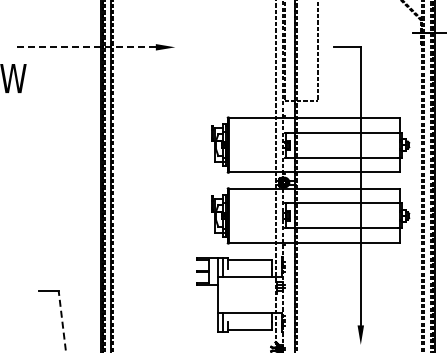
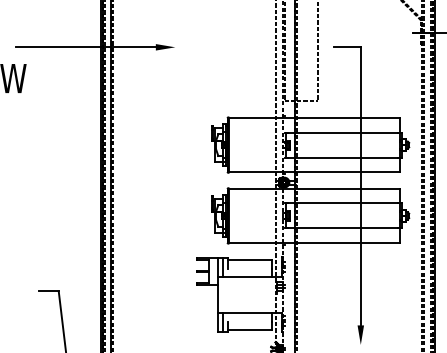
line at (85, 47): dashed -> solid
line at (62, 322): dashed -> solid
